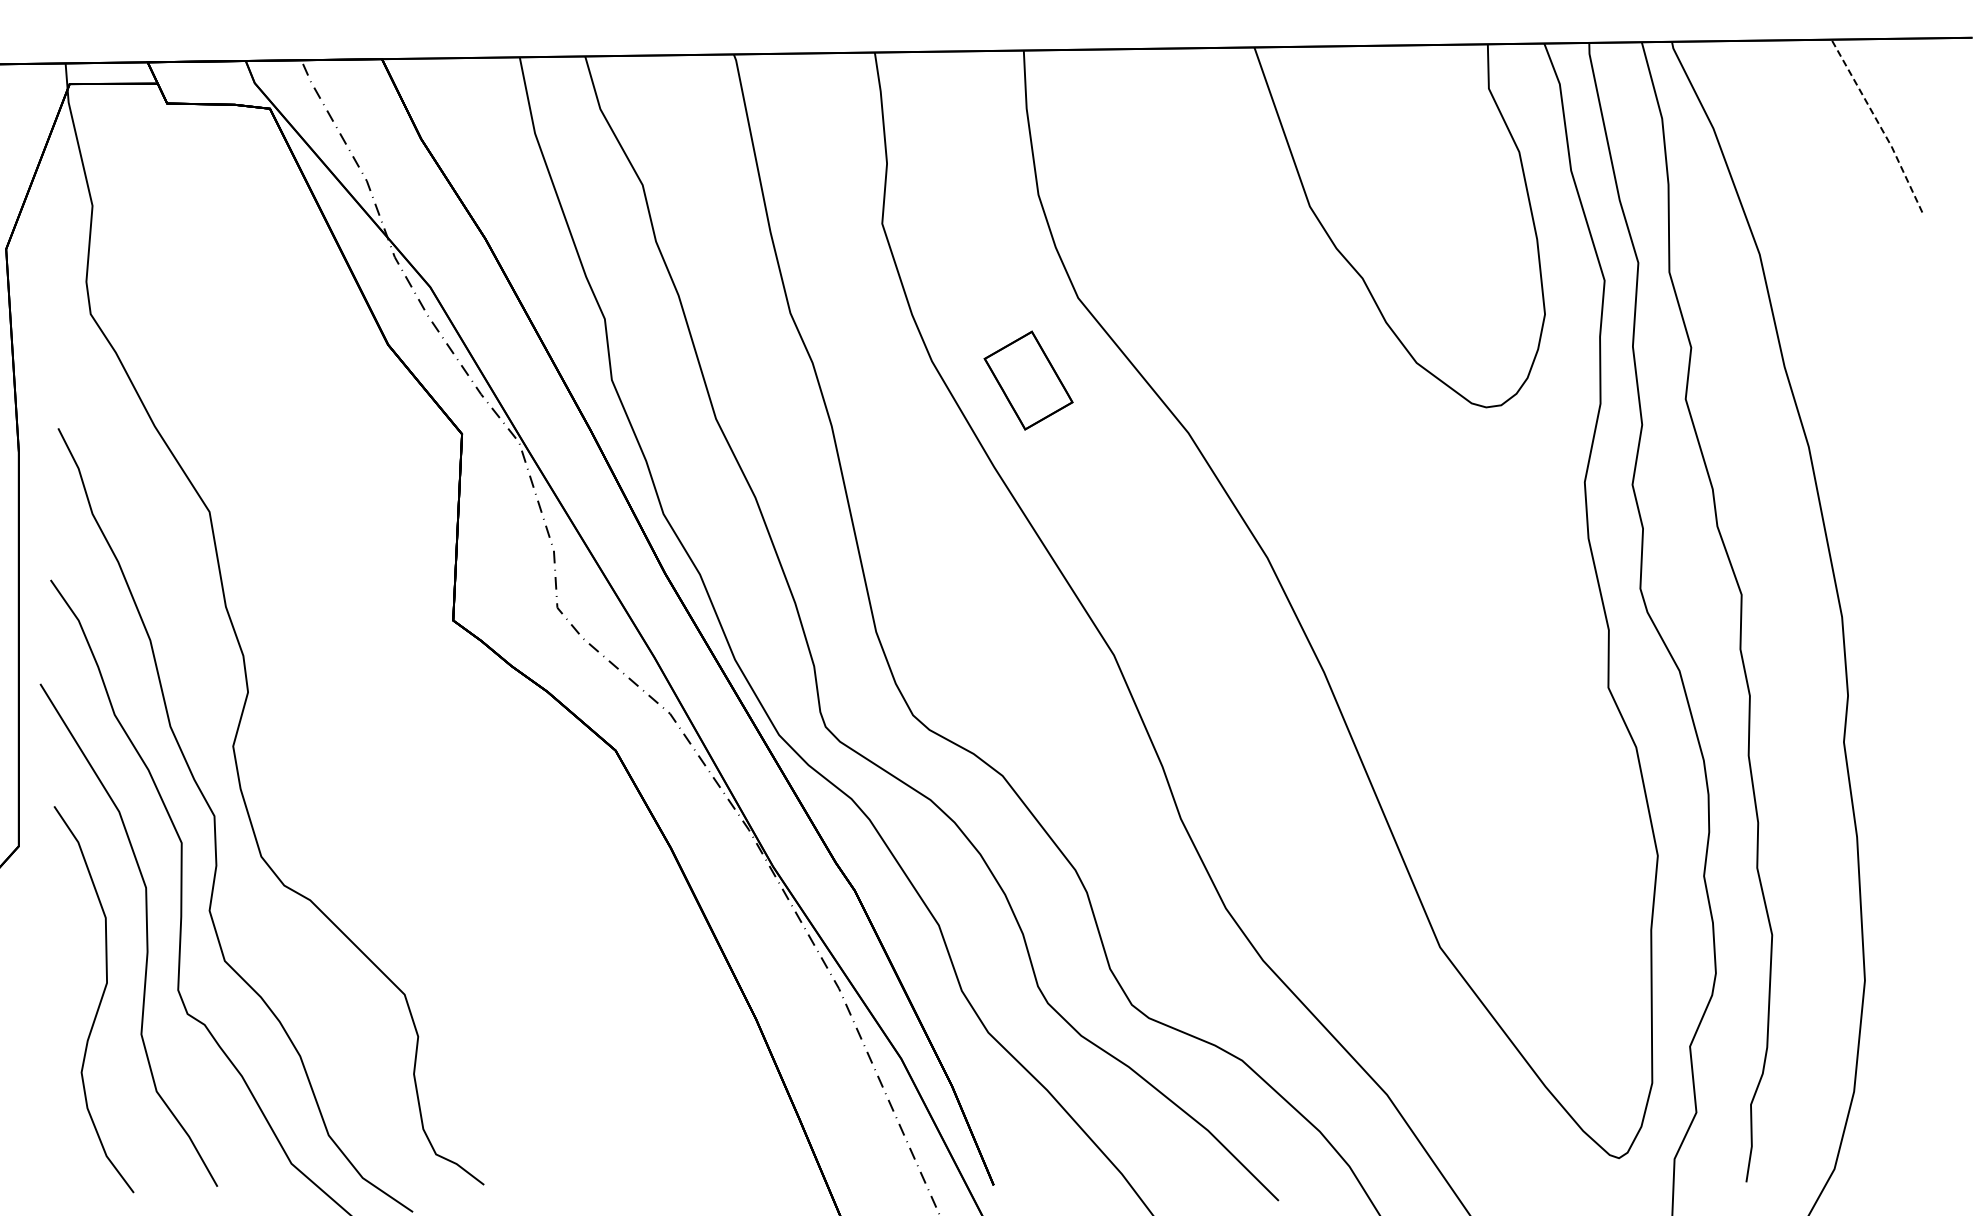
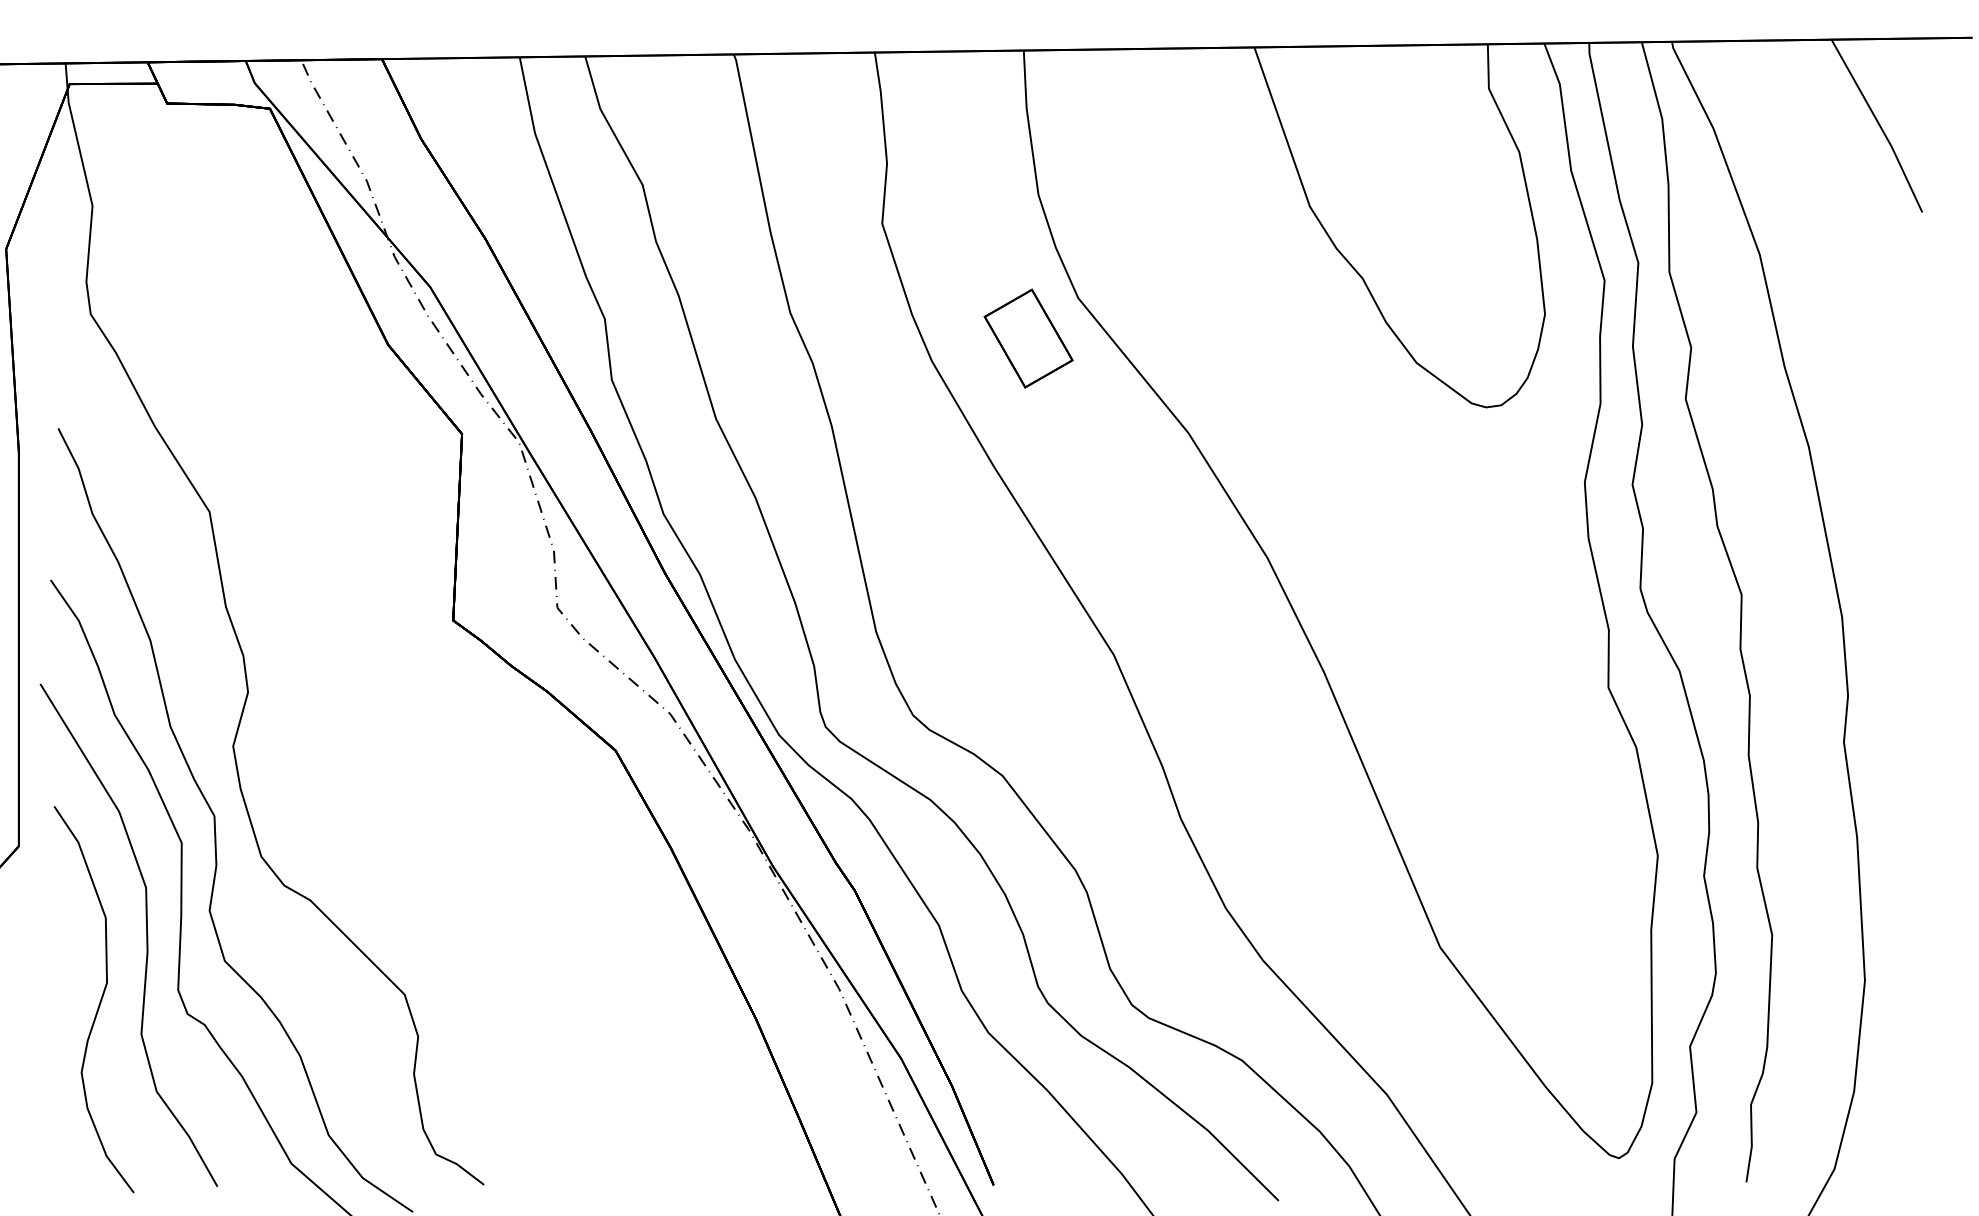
line at (1879, 124): dashed -> solid
part at (1028, 380) position: (1028, 380) -> (1028, 338)
